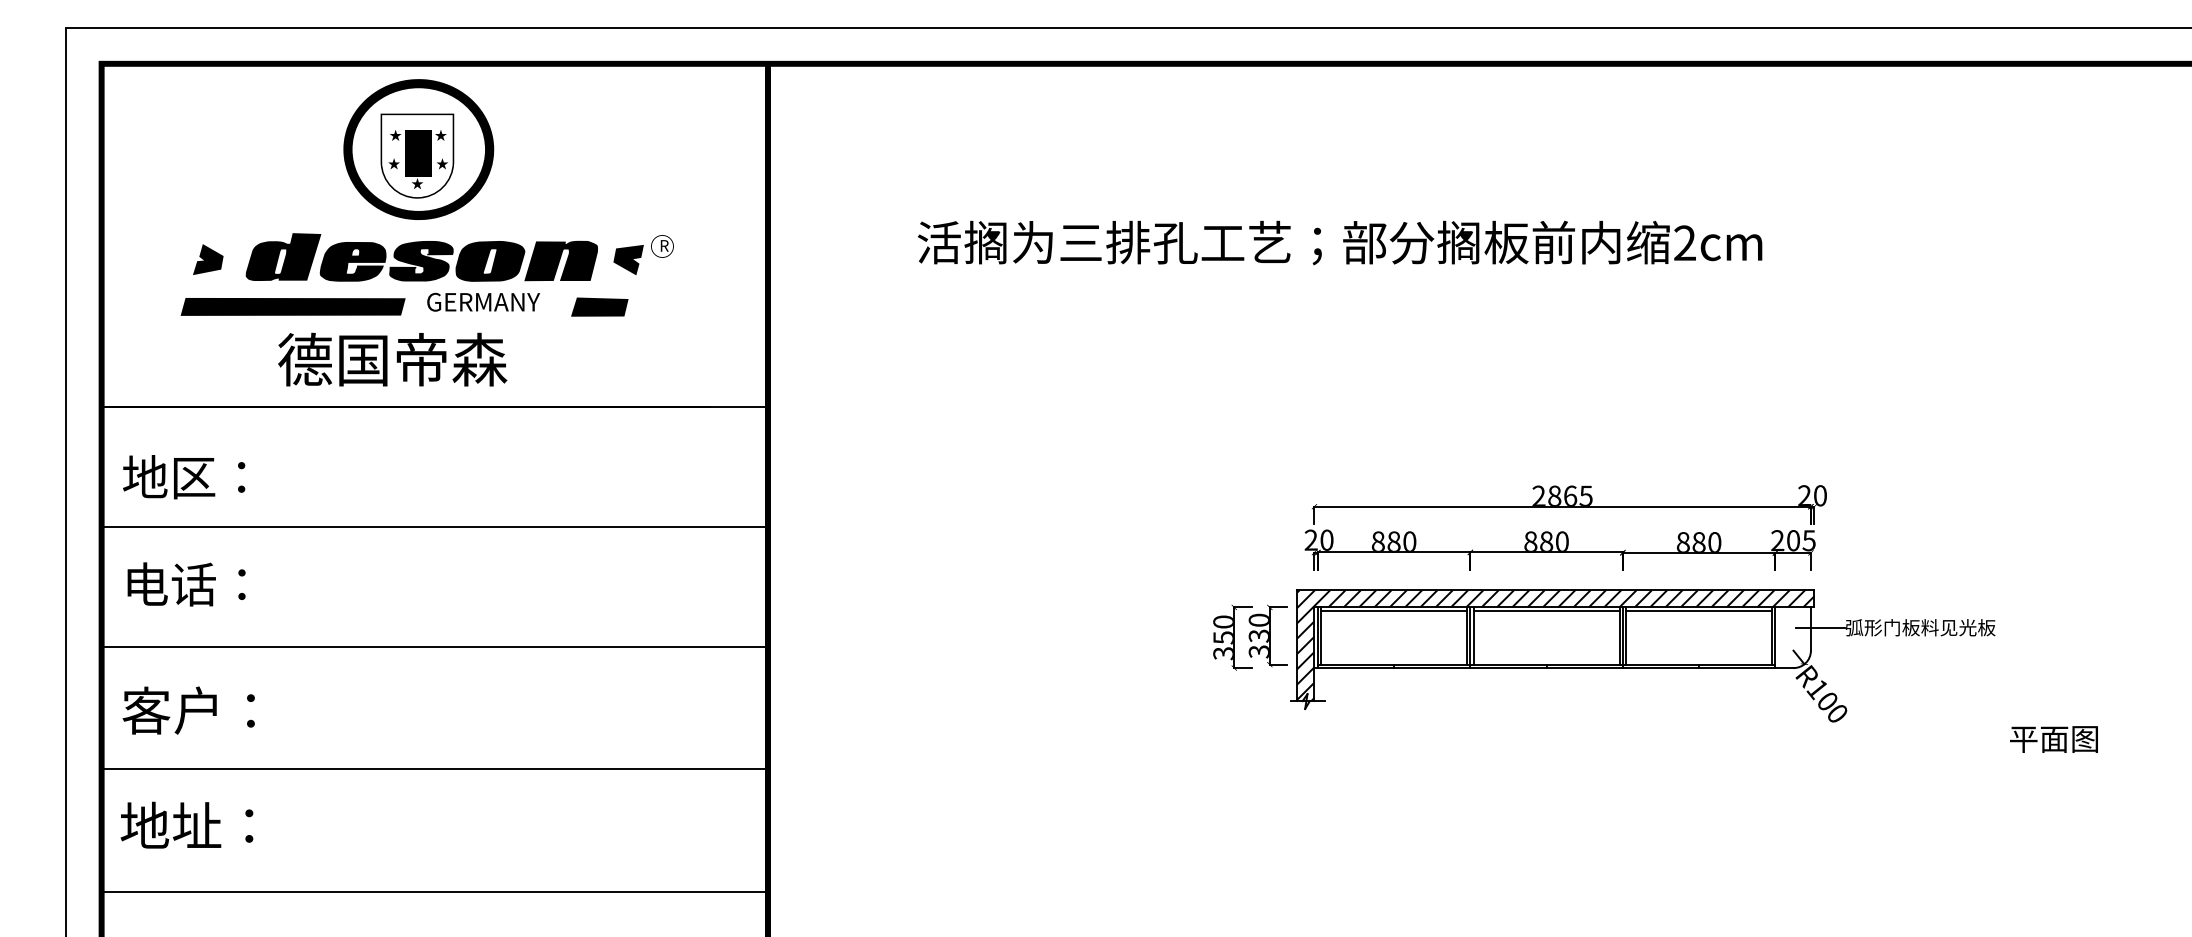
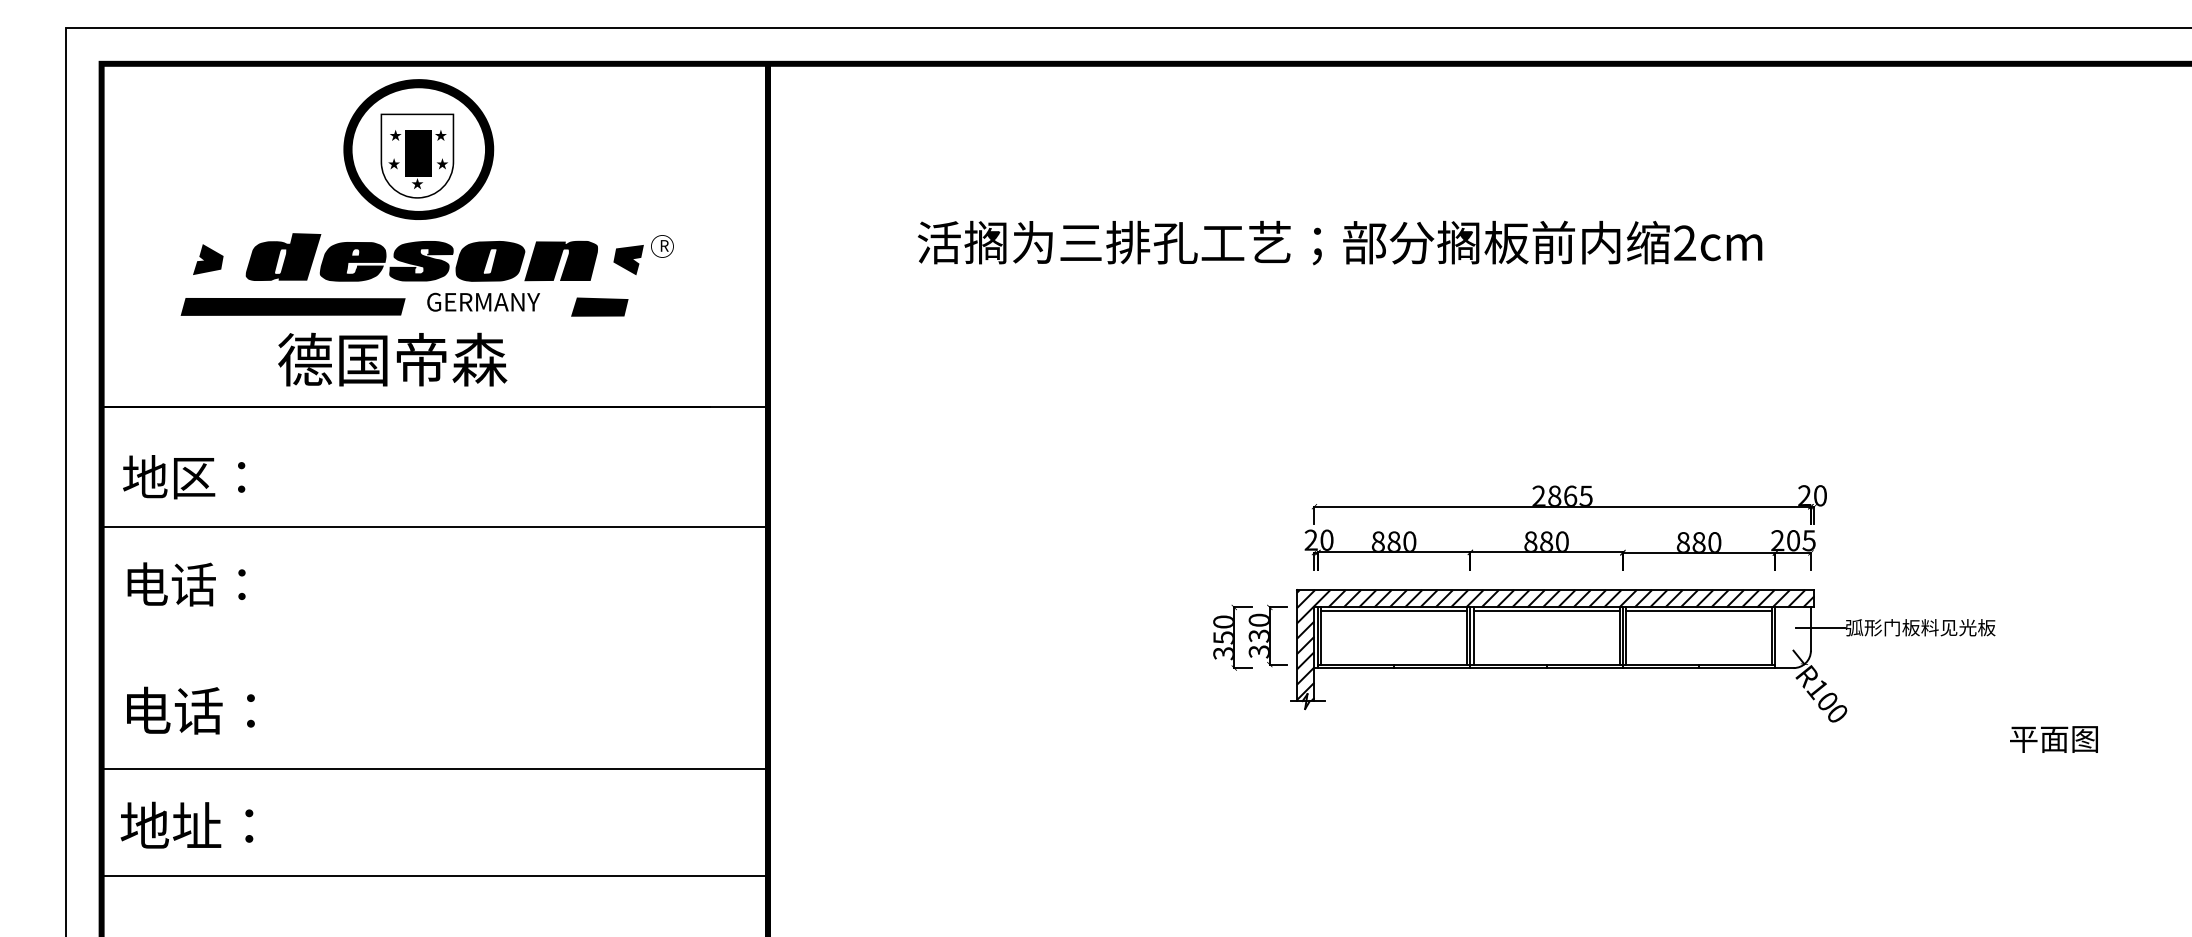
line at (436, 646): present -> none
text at (172, 710): 客户： -> 电话：
line at (434, 891) position: (434, 891) -> (434, 875)
